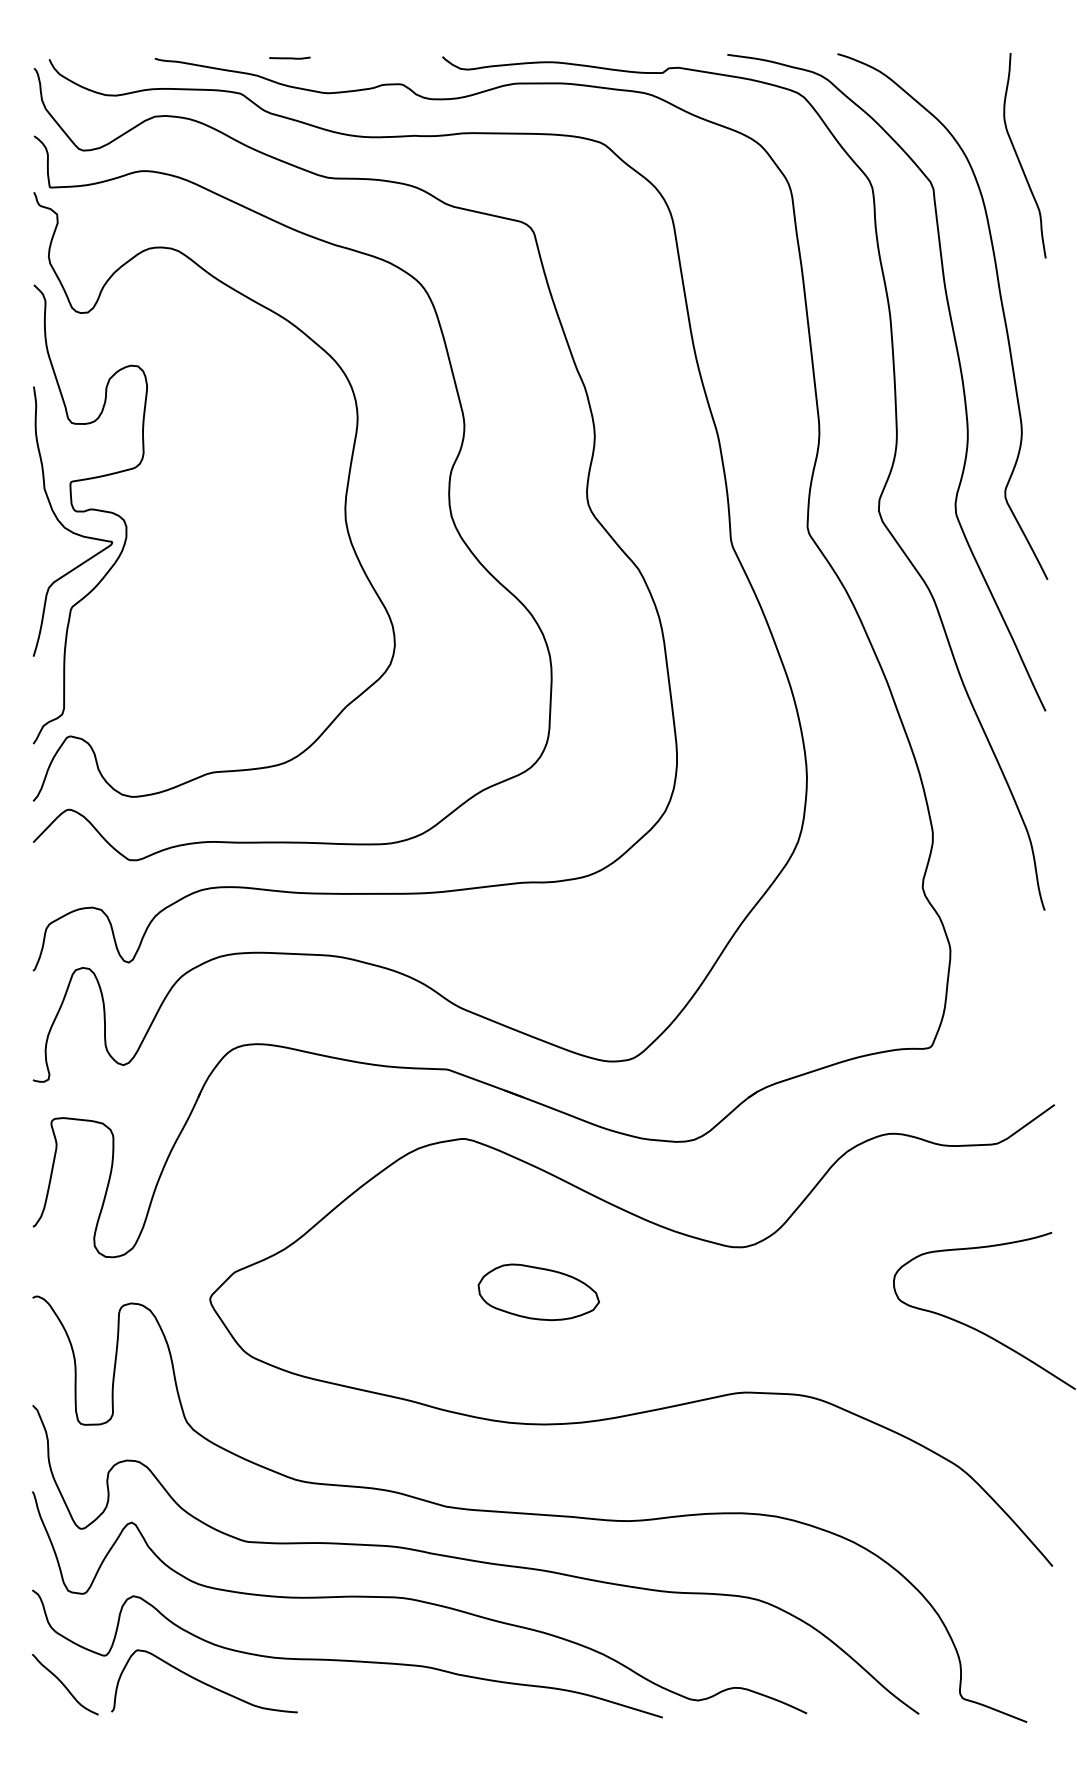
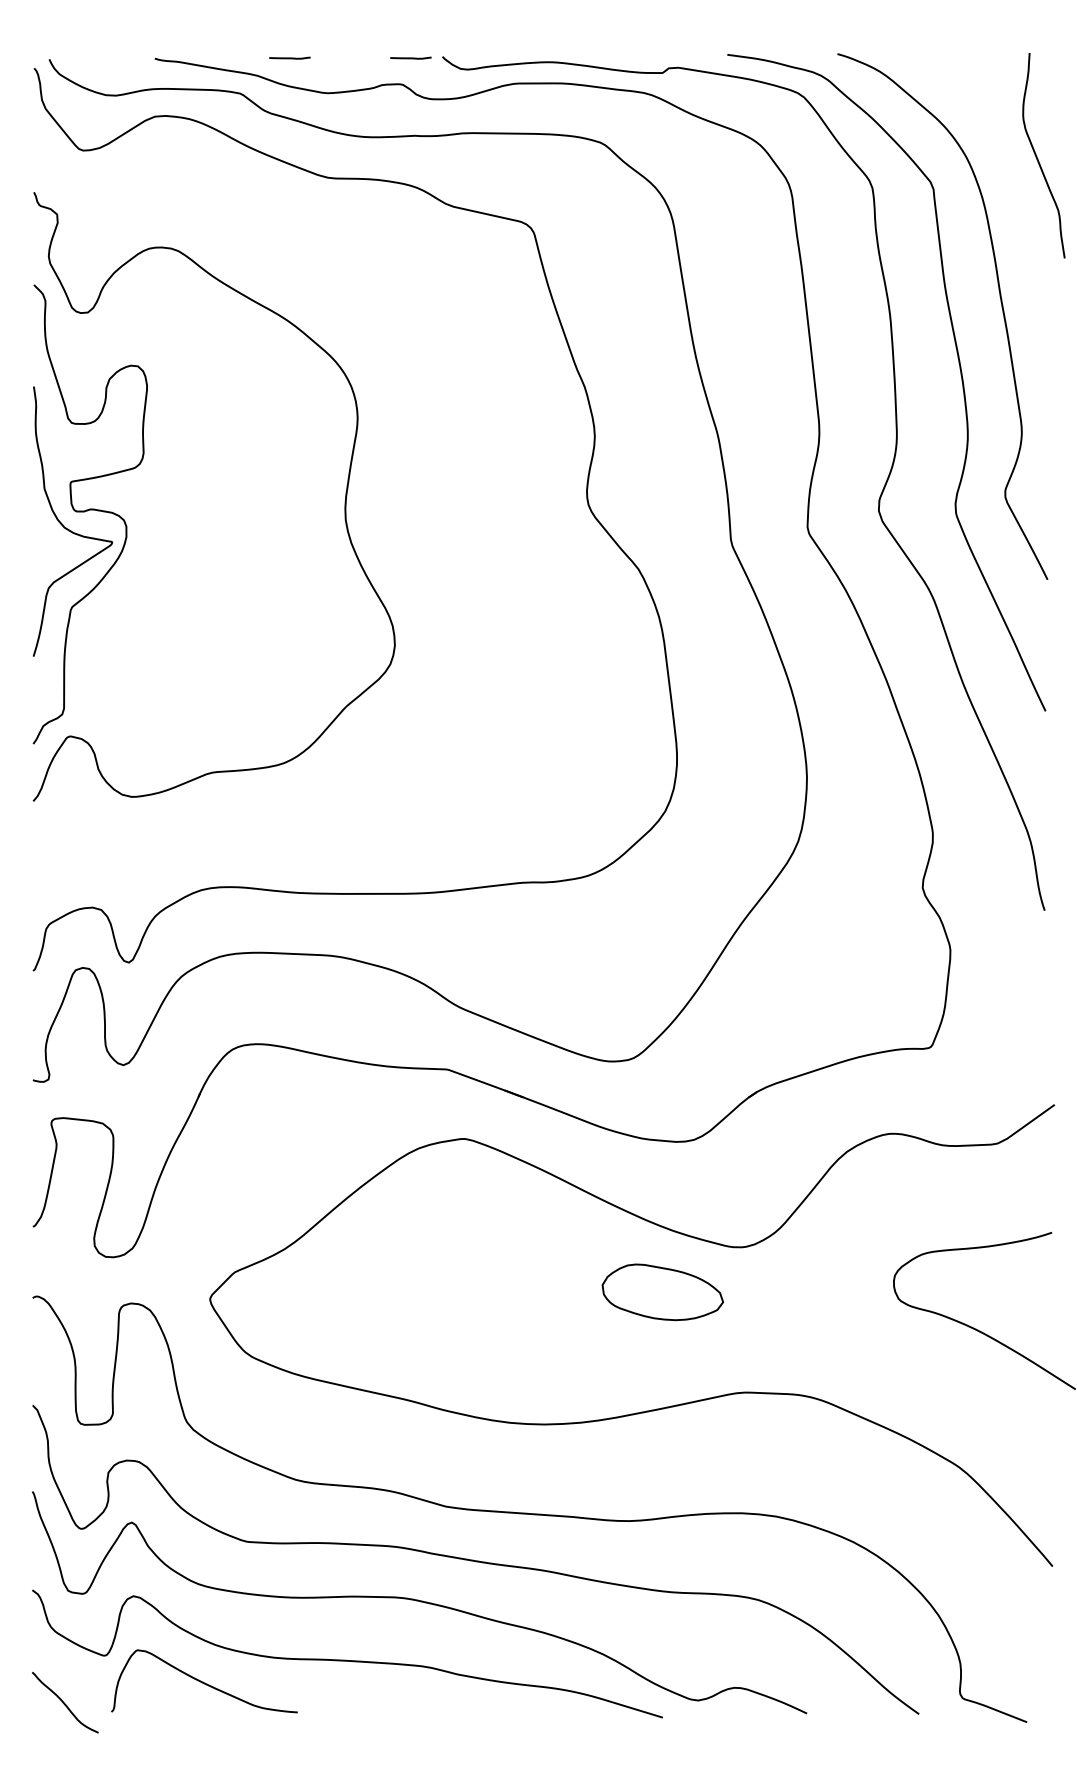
line at (410, 57): none -> present
curve at (1019, 158) position: (1019, 158) -> (1038, 158)
curve at (448, 498): present -> none
part at (538, 1292) position: (538, 1292) -> (662, 1292)
curve at (64, 1684) position: (64, 1684) -> (64, 1702)
